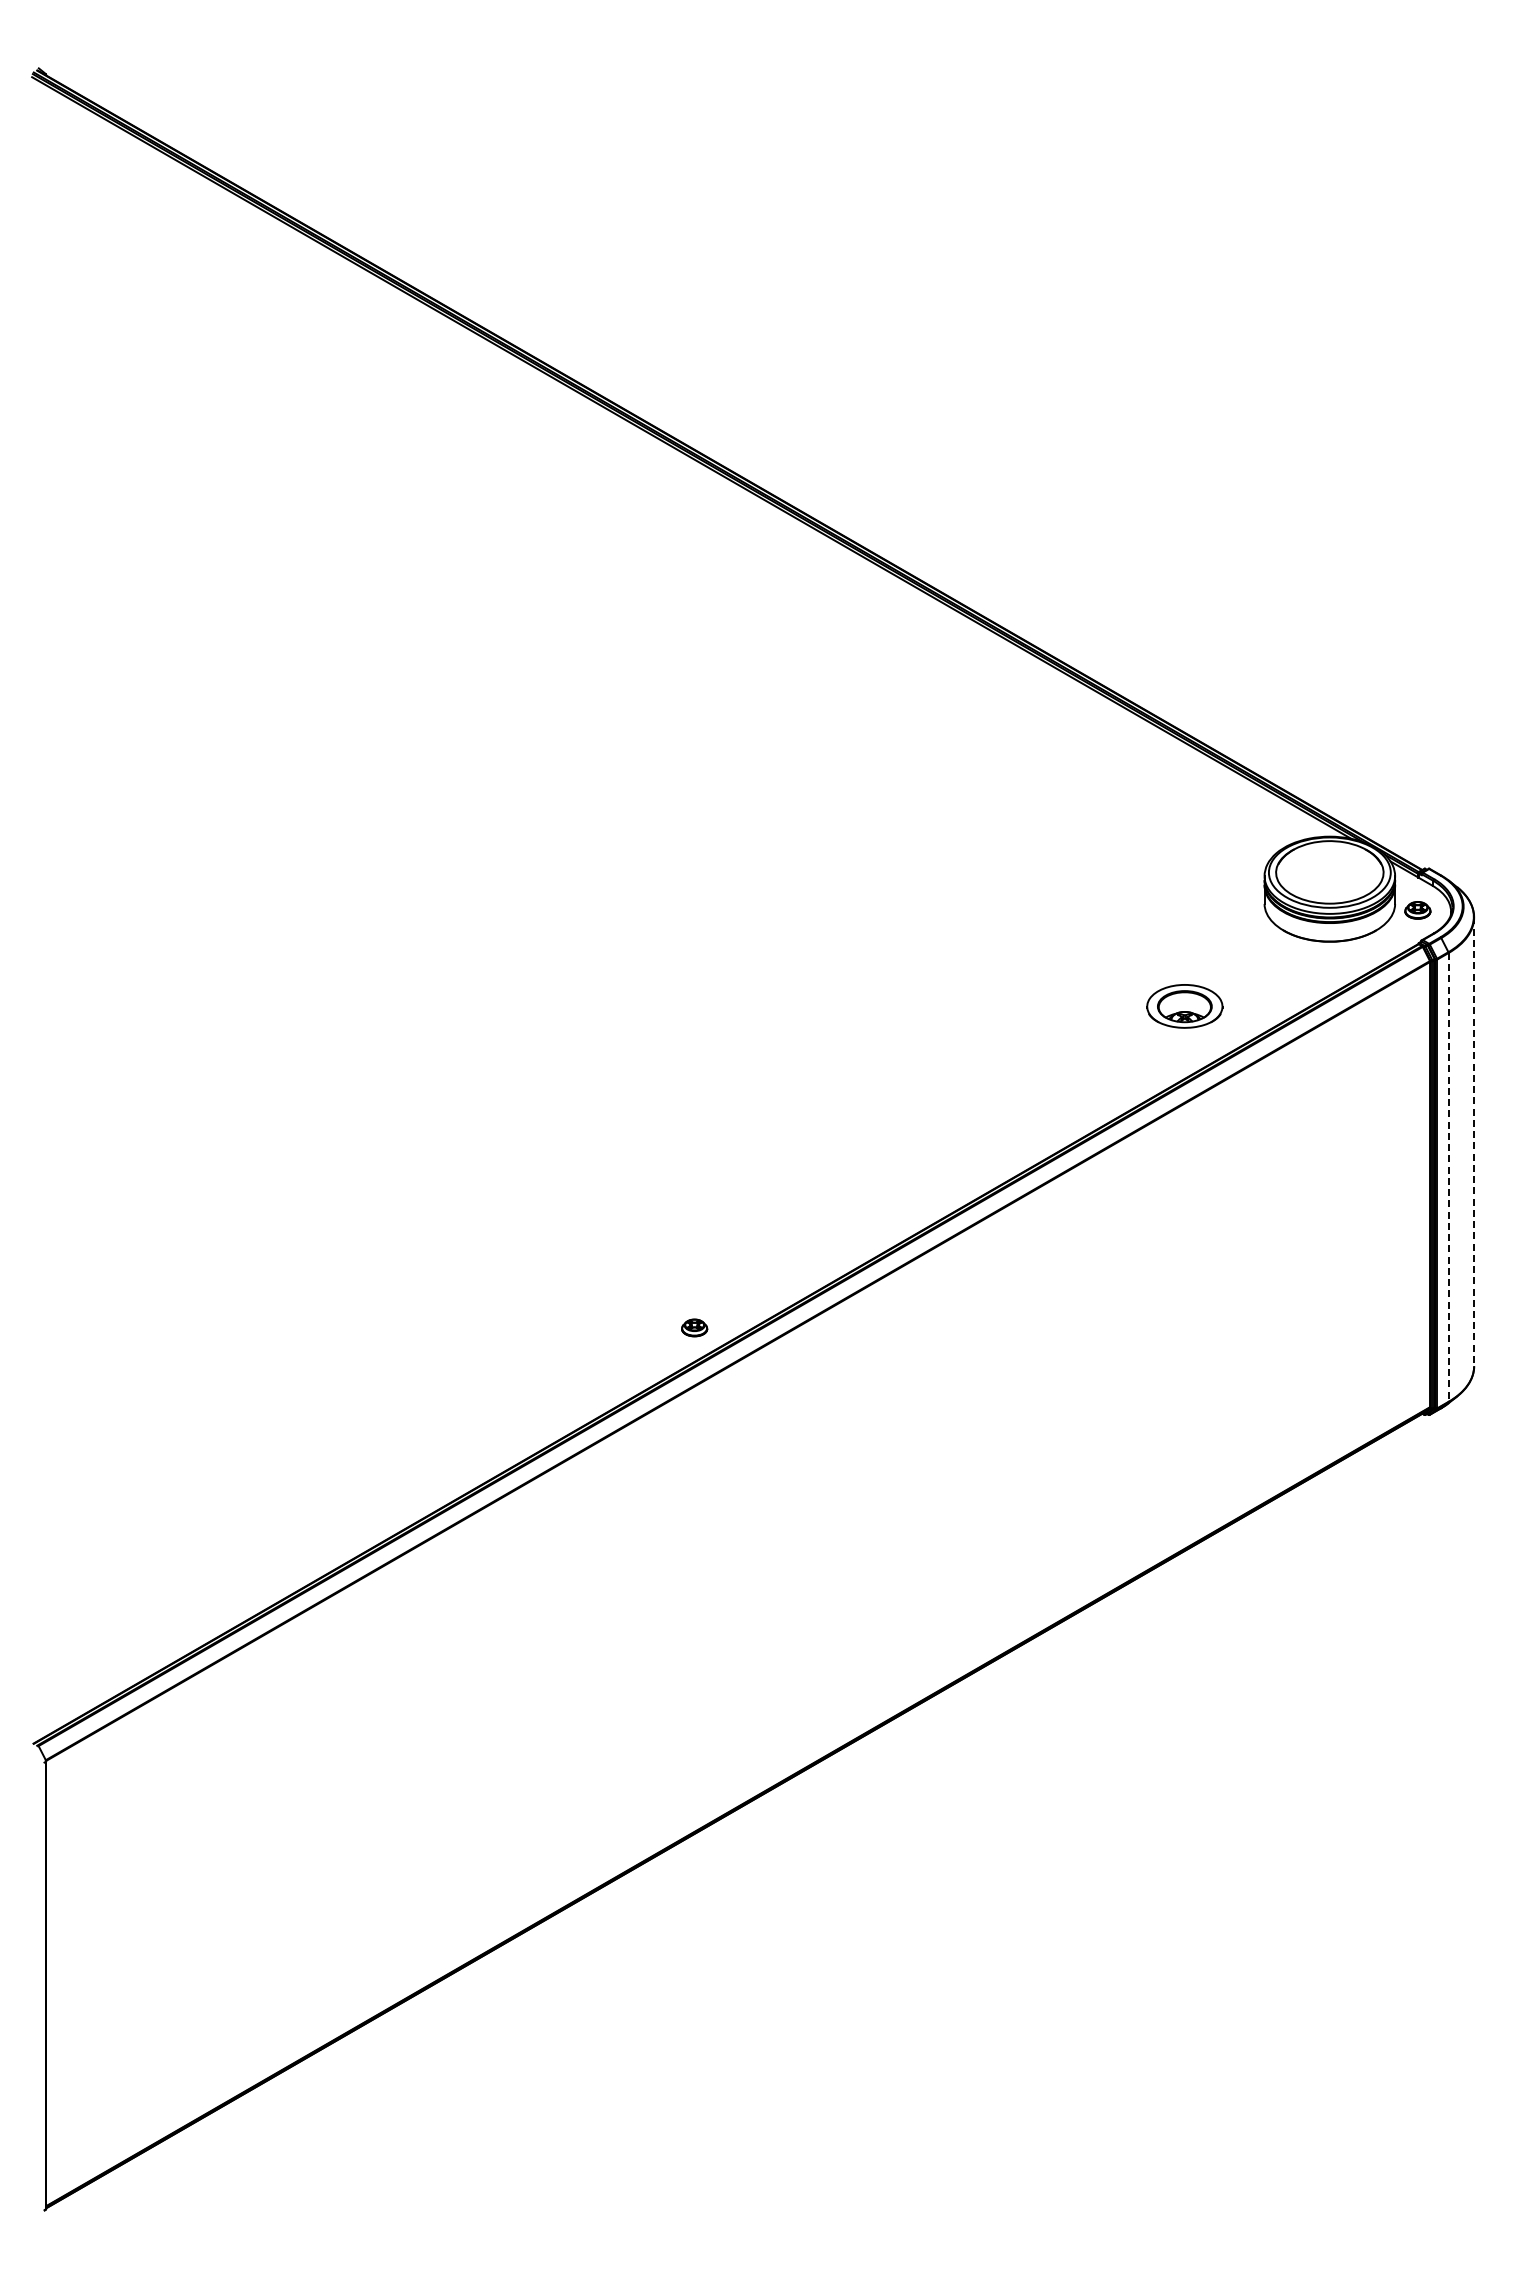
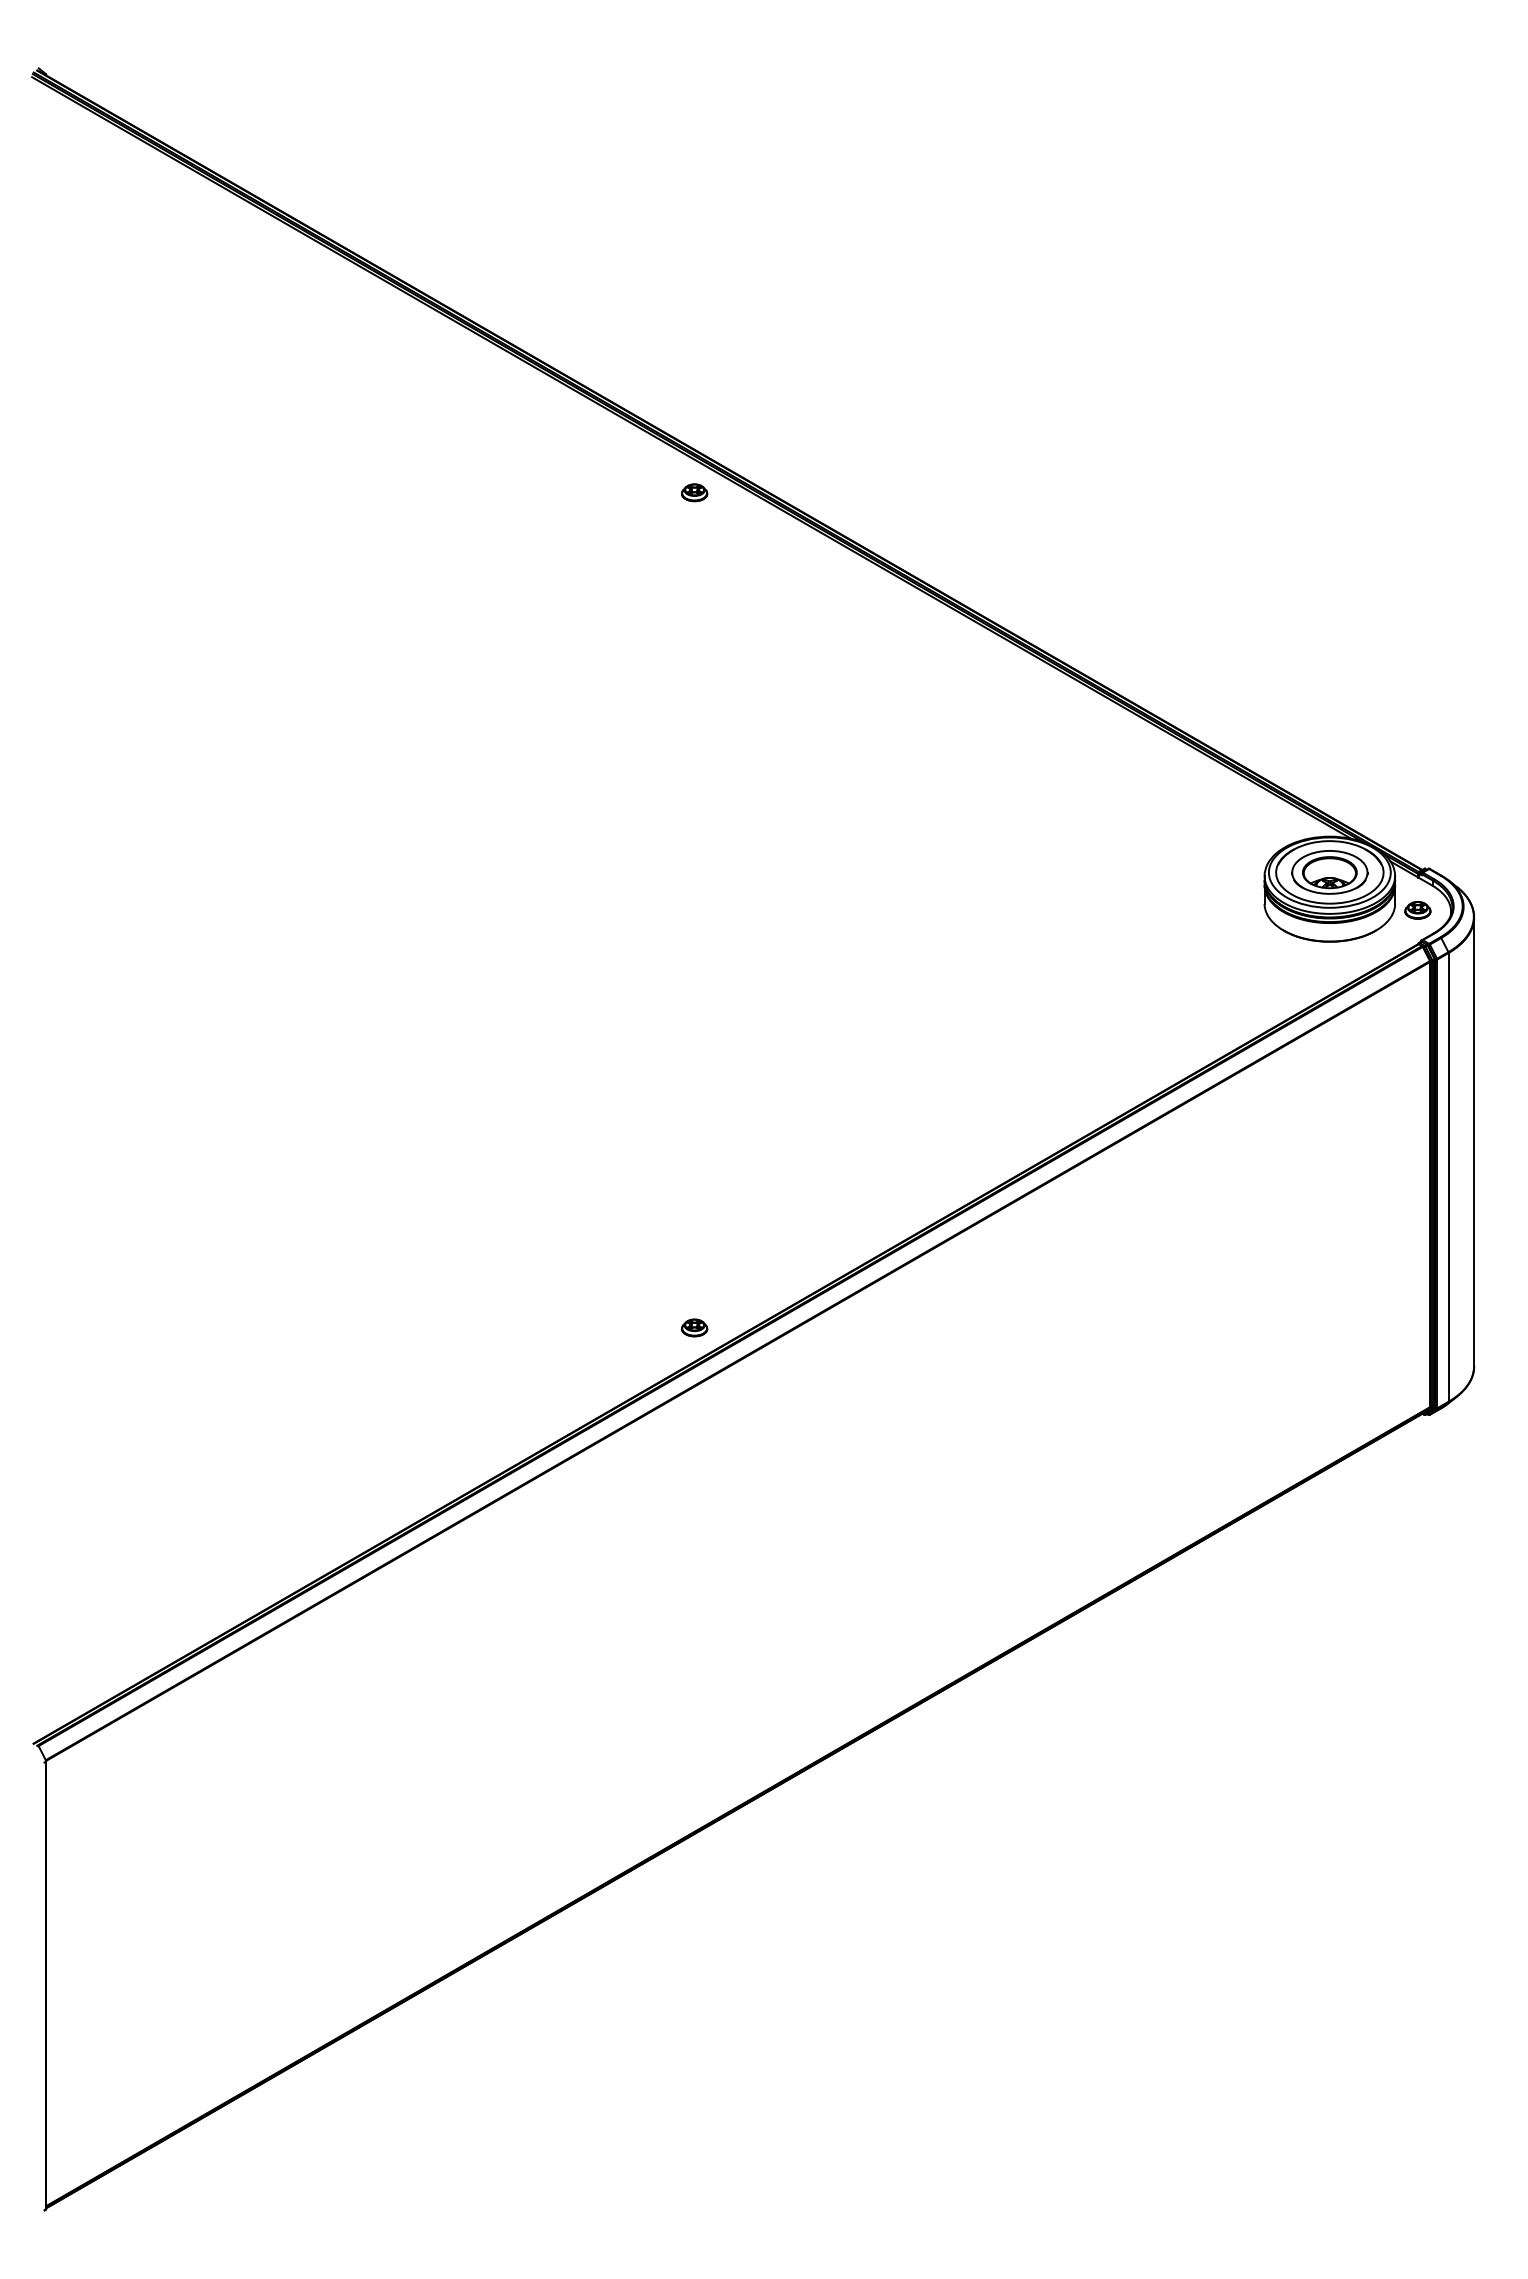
part at (694, 492): none -> present
part at (1184, 1006) position: (1184, 1006) -> (1329, 872)
line at (1474, 1142): dashed -> solid
line at (1448, 1177): dashed -> solid
